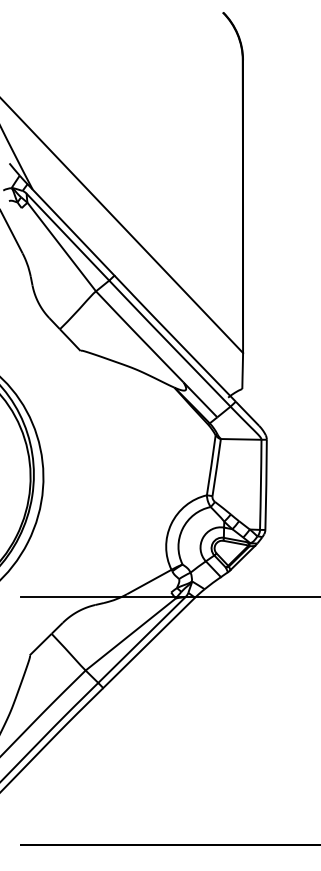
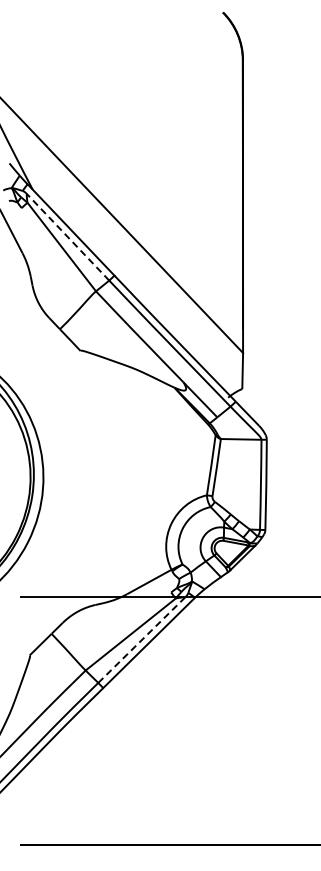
line at (68, 237): solid -> dashed
line at (142, 639): solid -> dashed
